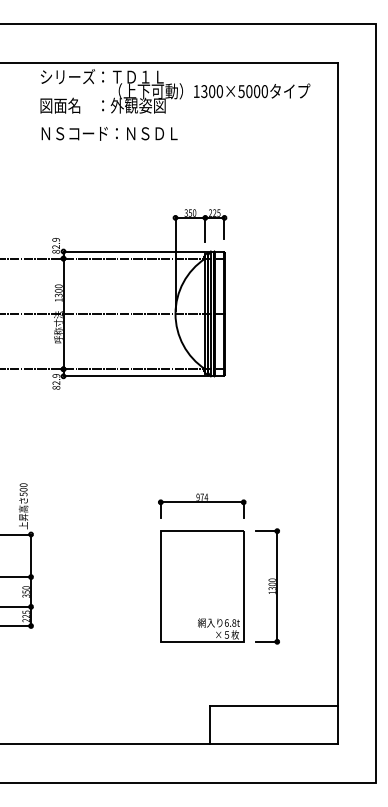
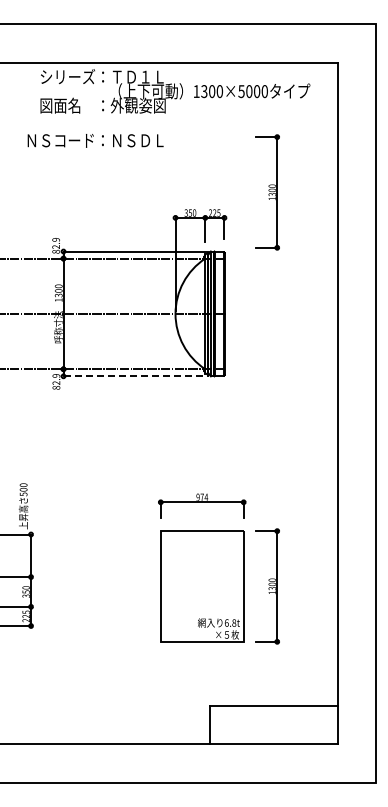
text at (109, 133) position: (109, 133) -> (95, 140)
part at (267, 192): none -> present
line at (136, 376): solid -> dashed
